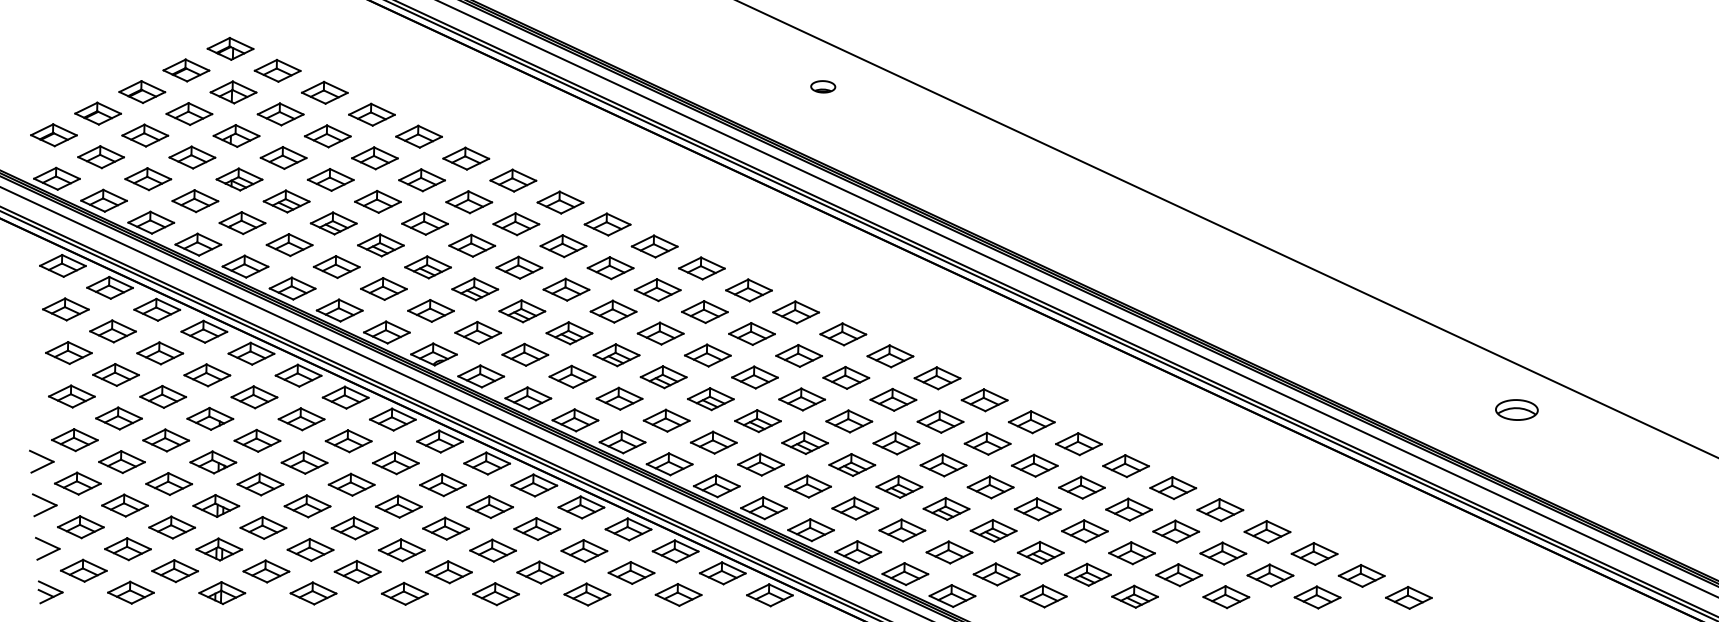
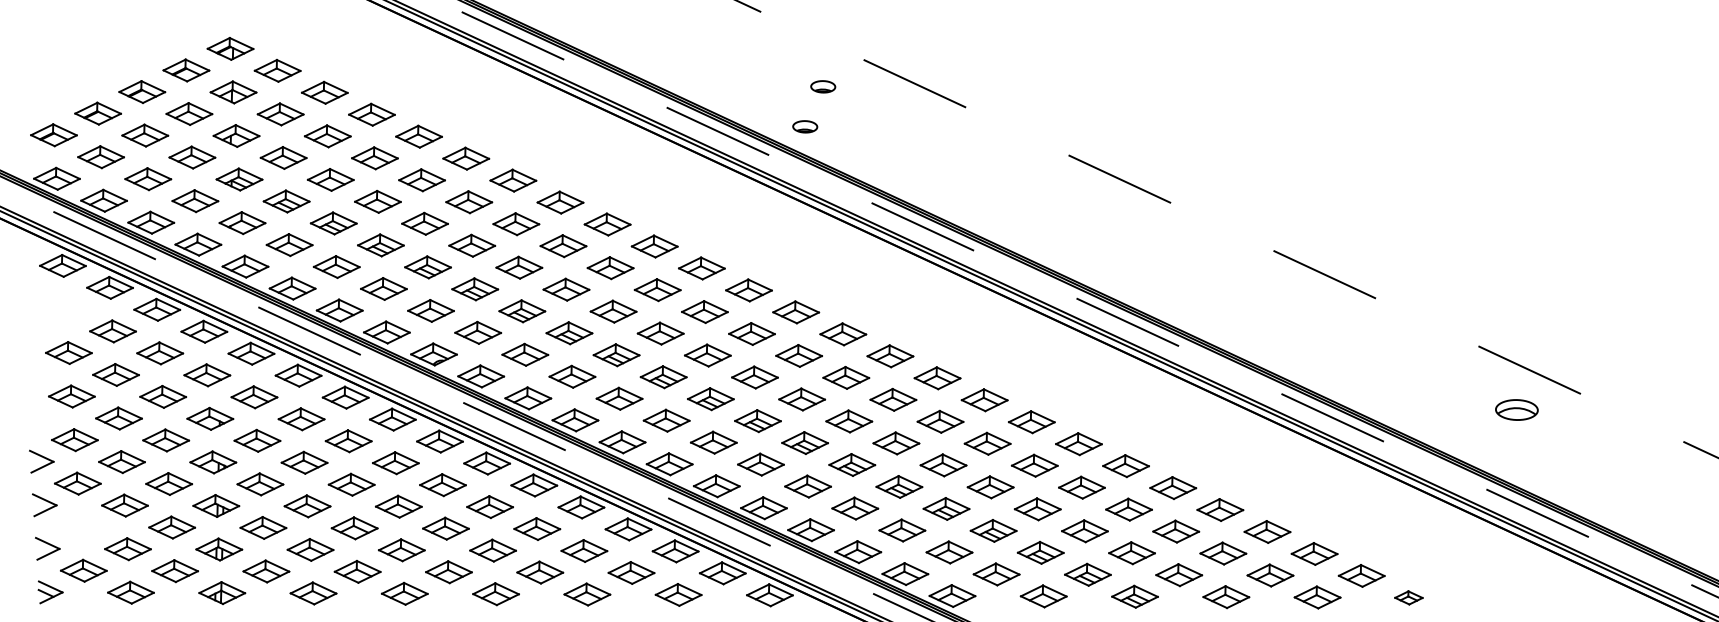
part at (805, 126): none -> present
line at (1226, 228): solid -> dashed
line at (1078, 299): solid -> dashed
part at (65, 309): present -> none
line at (467, 404): solid -> dashed
part at (80, 527): present -> none
part at (1408, 597) size: 48x24 px -> 30x16 px
